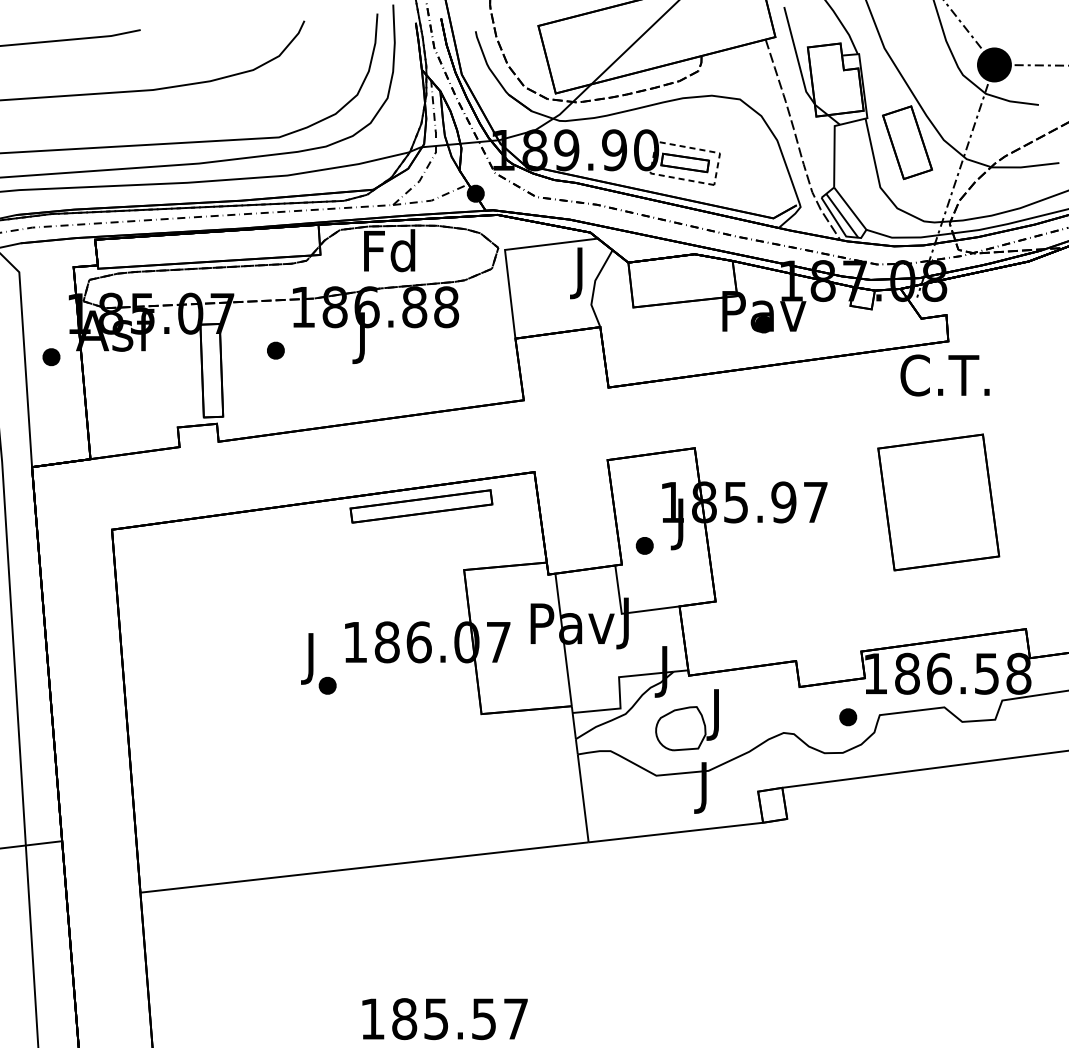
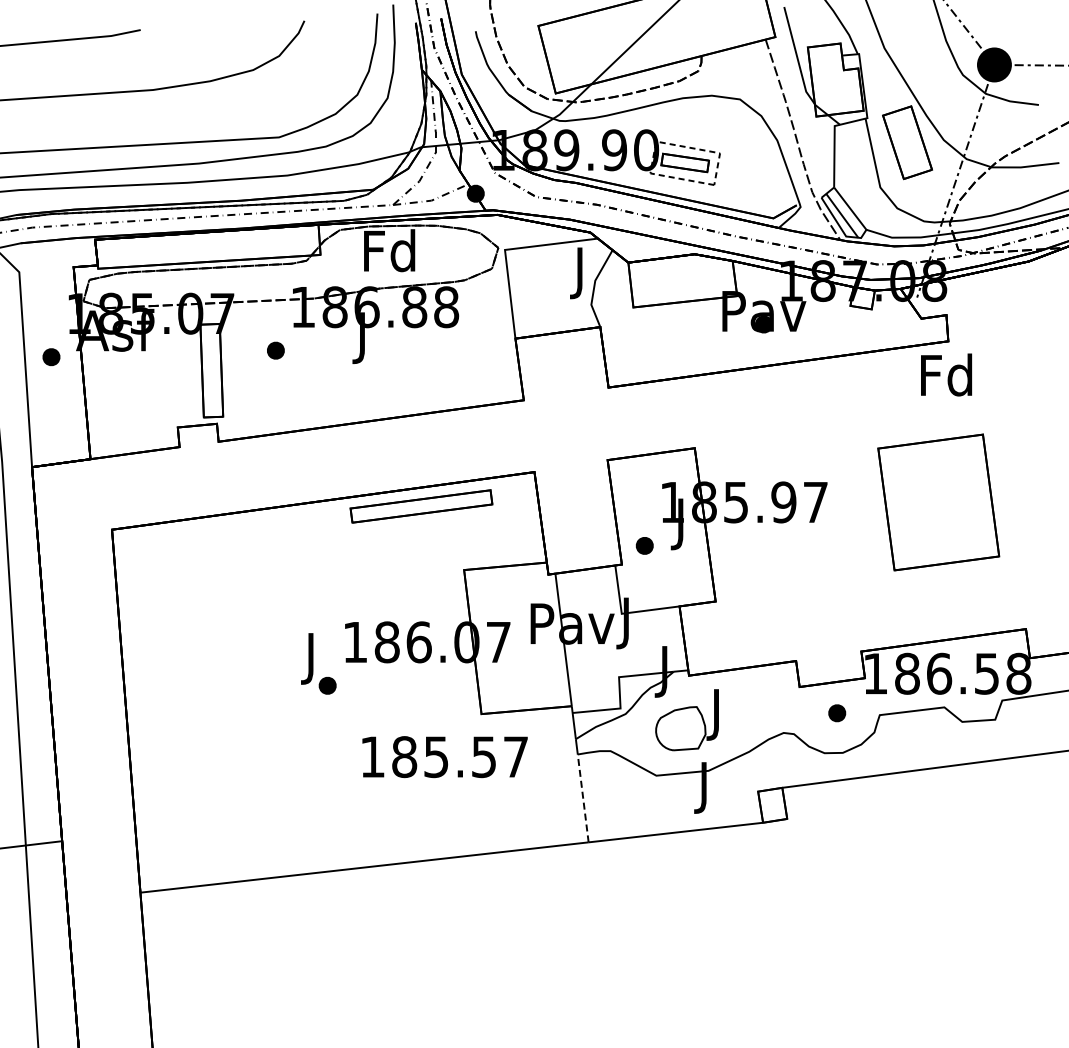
text at (944, 374): C.T. -> Fd
part at (848, 717) position: (848, 717) -> (837, 713)
line at (583, 797): solid -> dashed
text at (444, 1019) position: (444, 1019) -> (444, 757)
